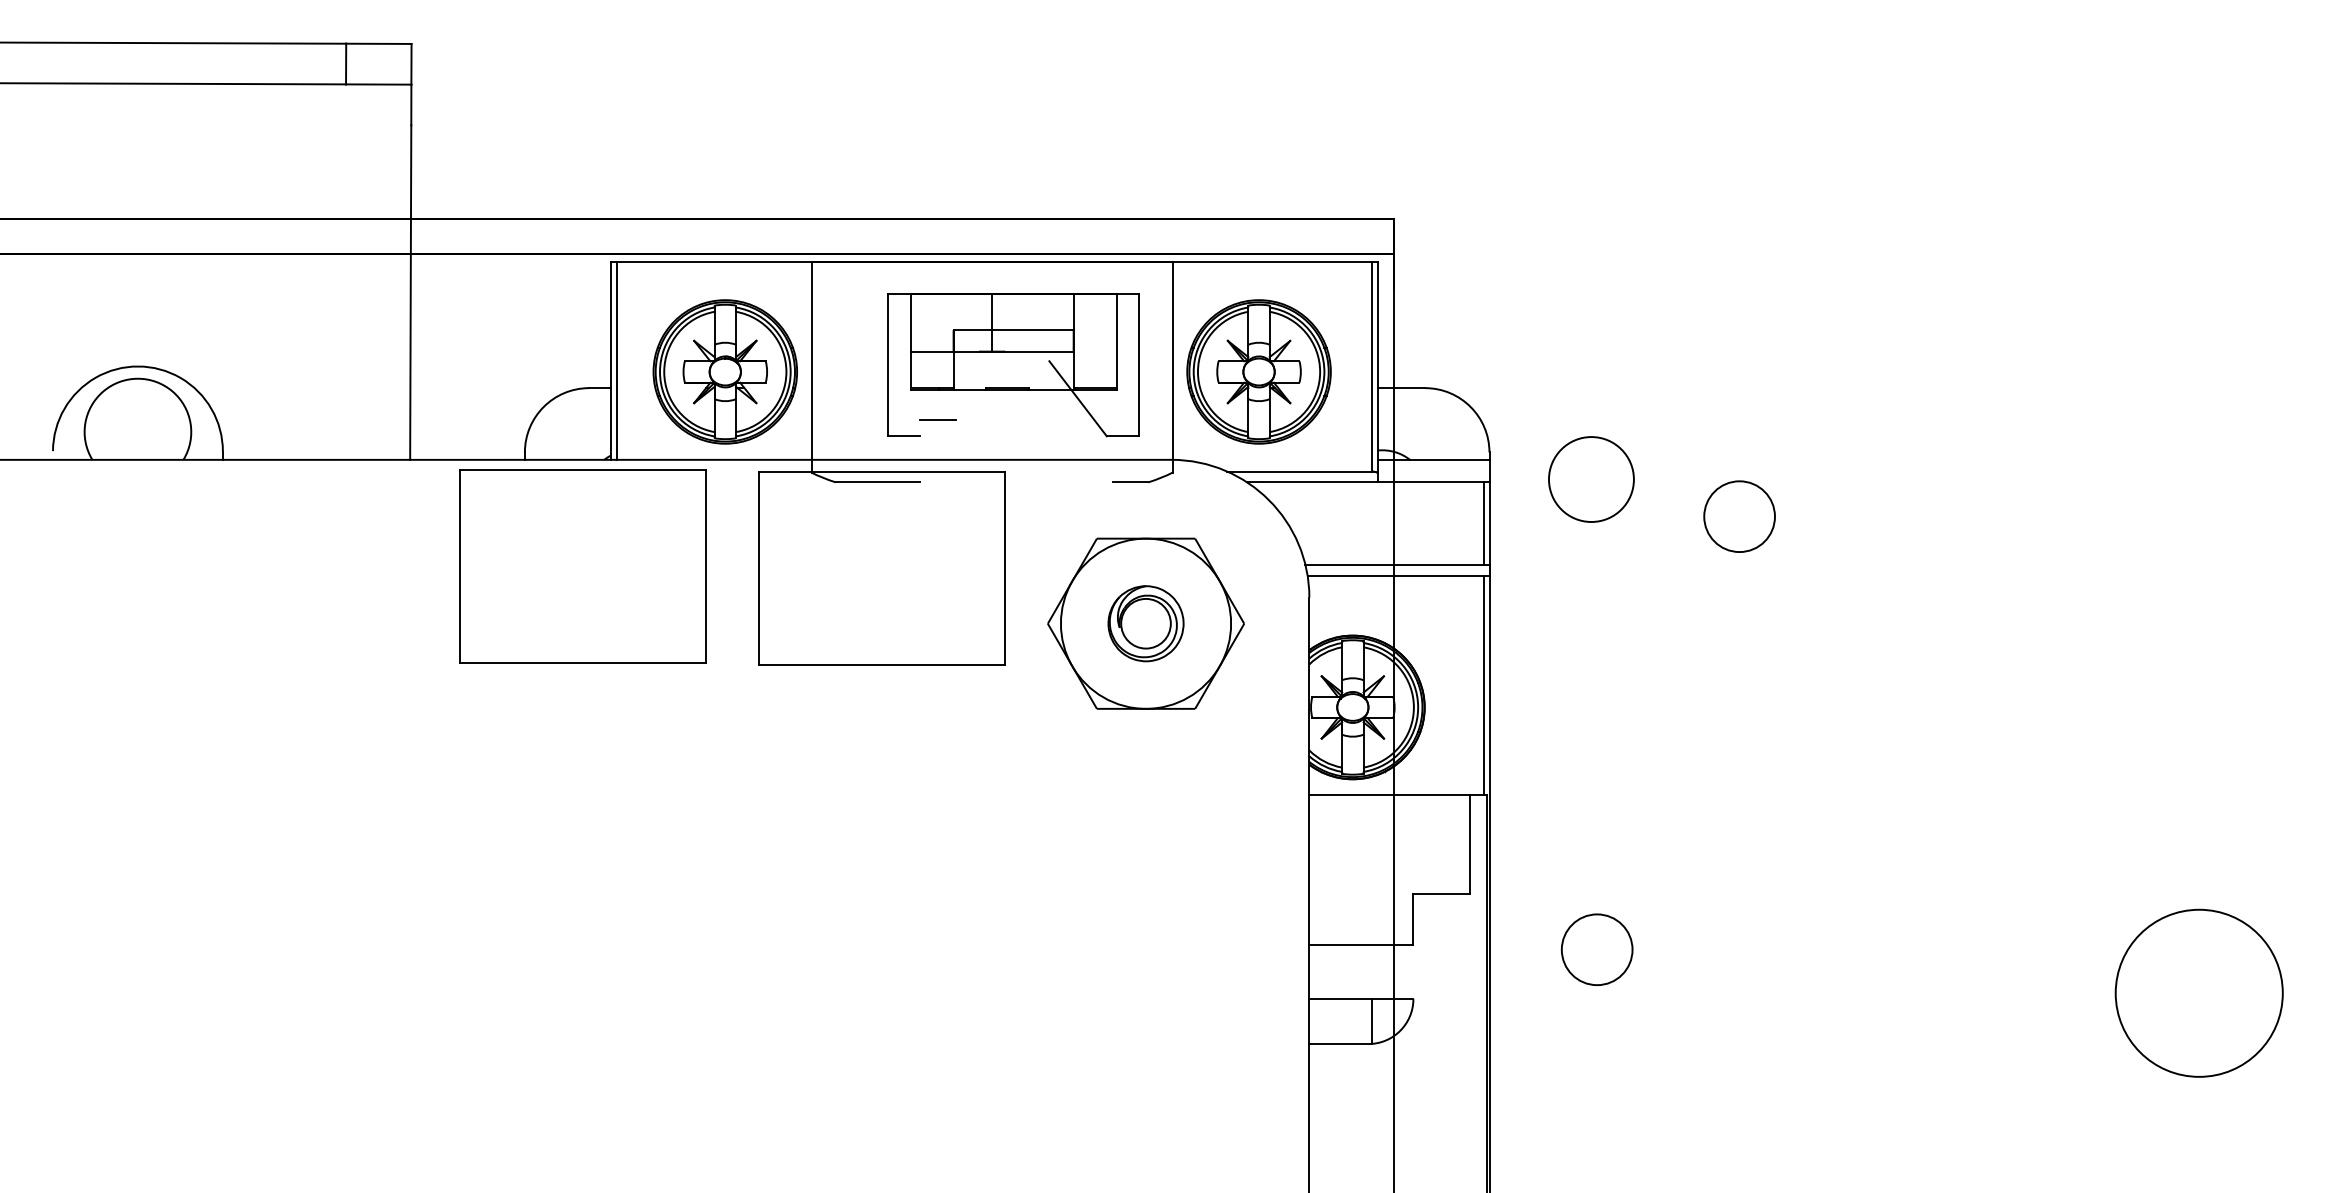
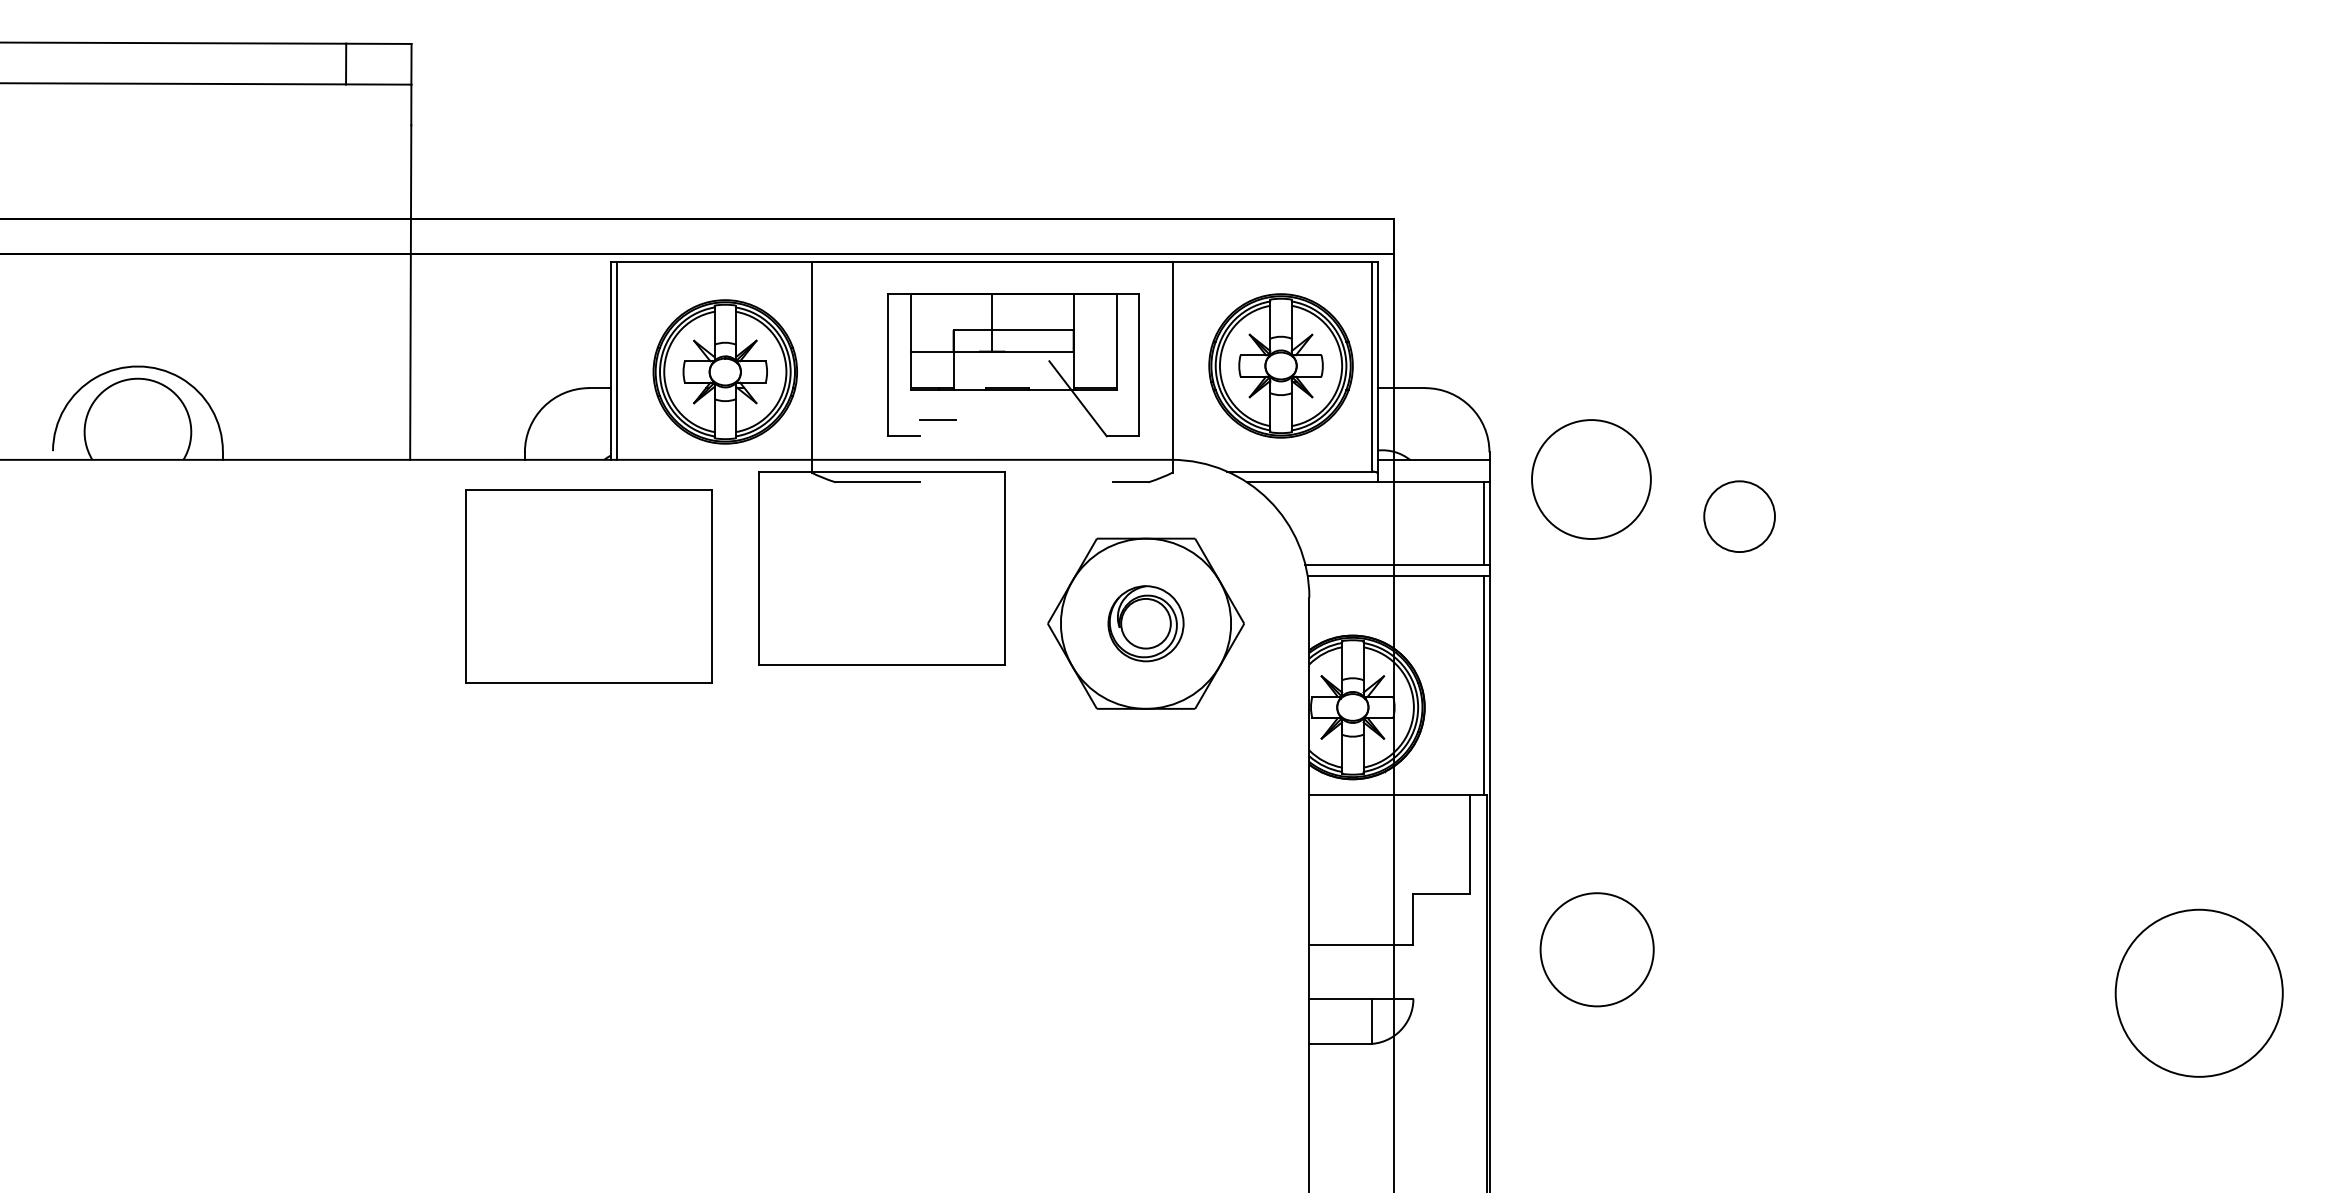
part at (1258, 371) position: (1258, 371) -> (1280, 365)
circle at (1590, 479) diameter: 85 px -> 119 px
part at (582, 566) position: (582, 566) -> (588, 586)
circle at (1596, 949) diameter: 71 px -> 113 px
